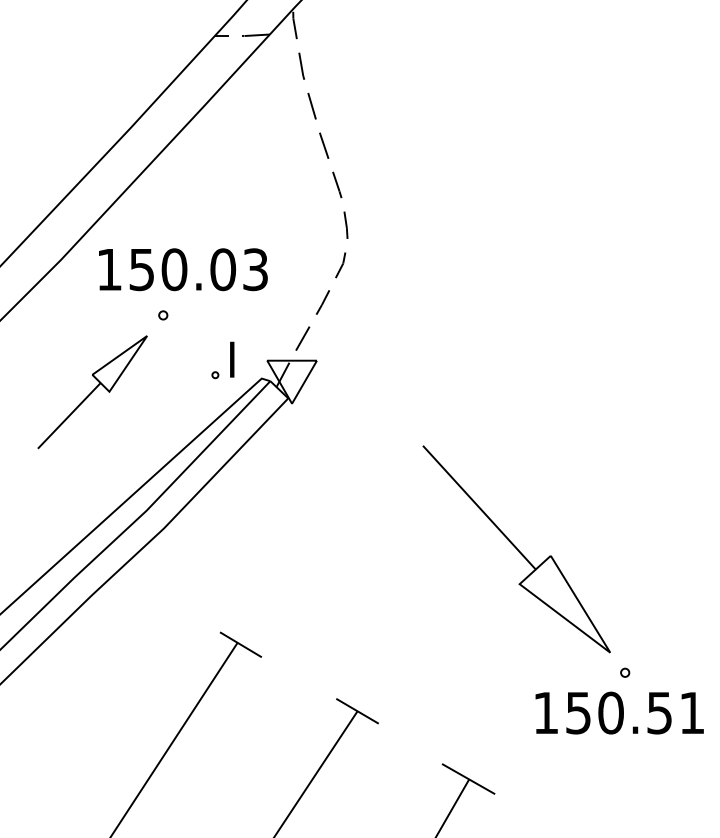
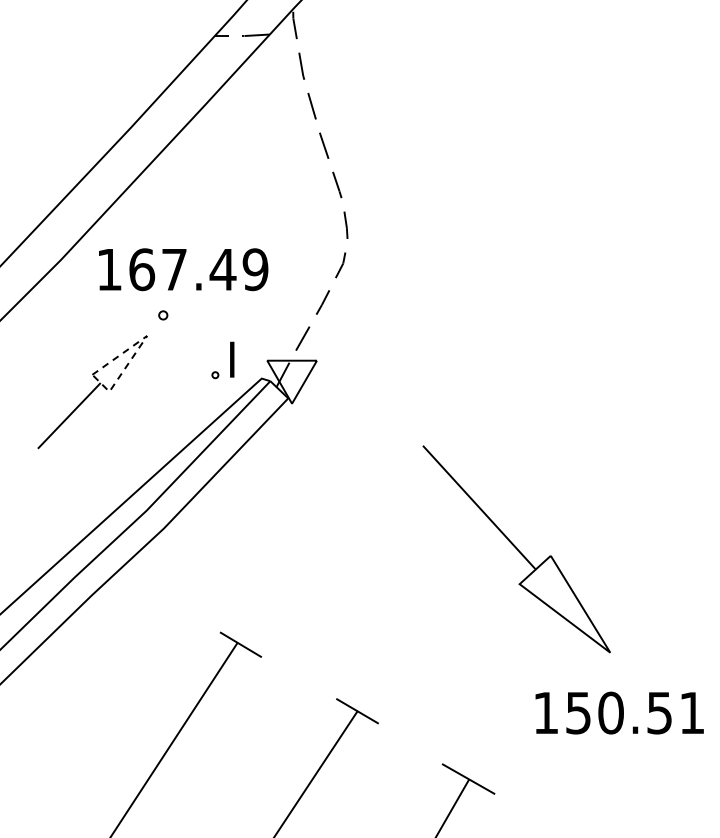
text at (198, 269): 150.03 -> 167.49
line at (140, 346): solid -> dashed
part at (625, 672): present -> none
